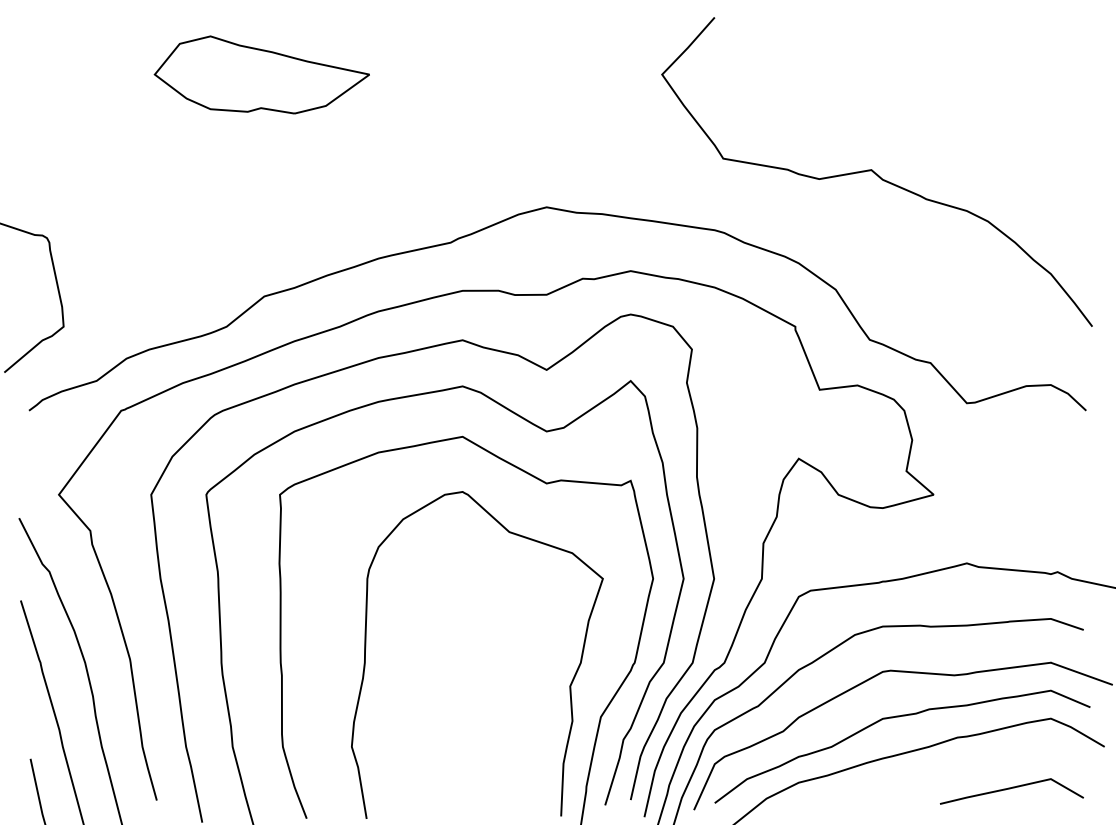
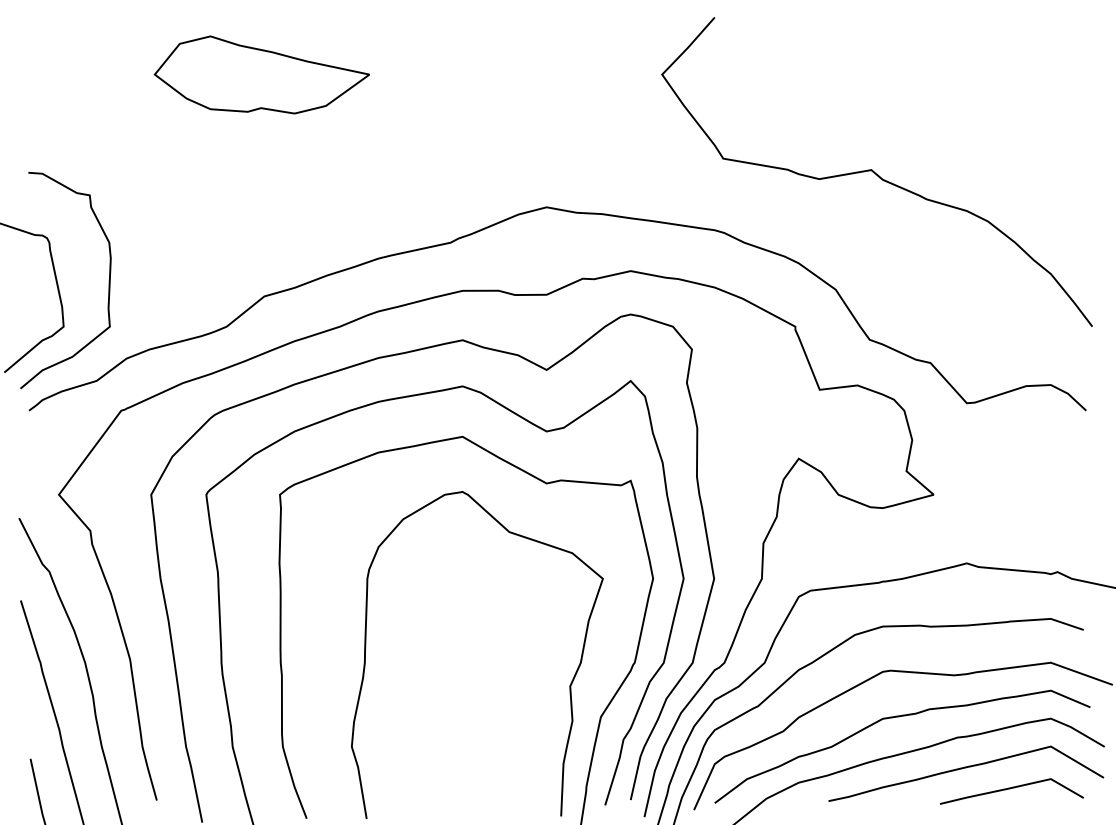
curve at (108, 280): none -> present
curve at (966, 768): none -> present
